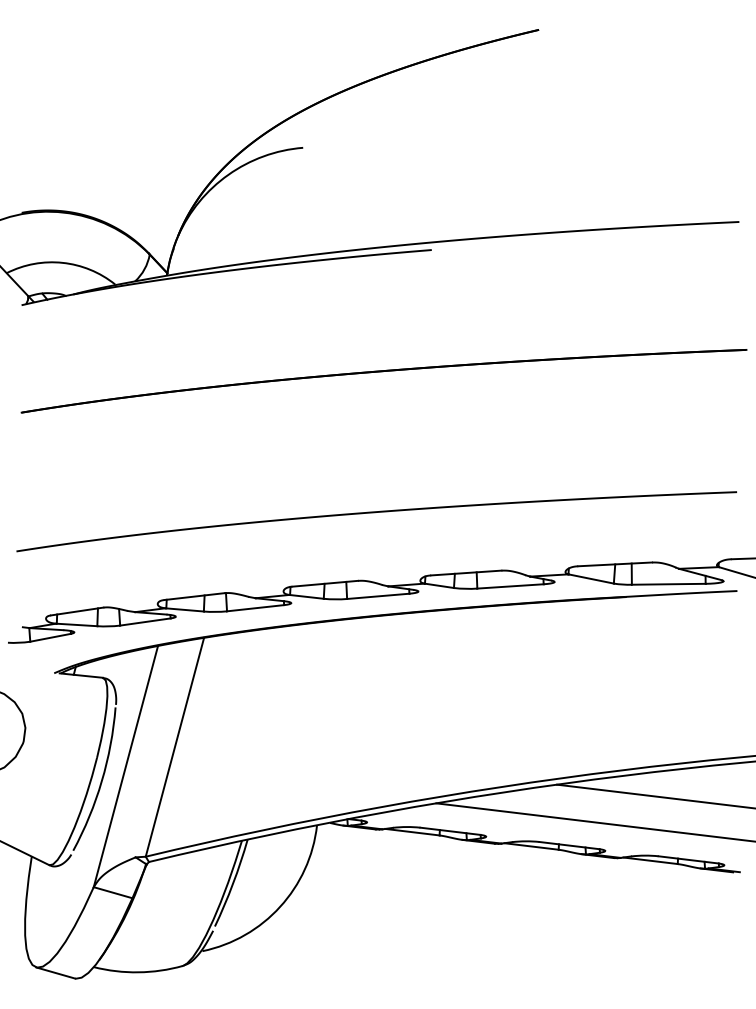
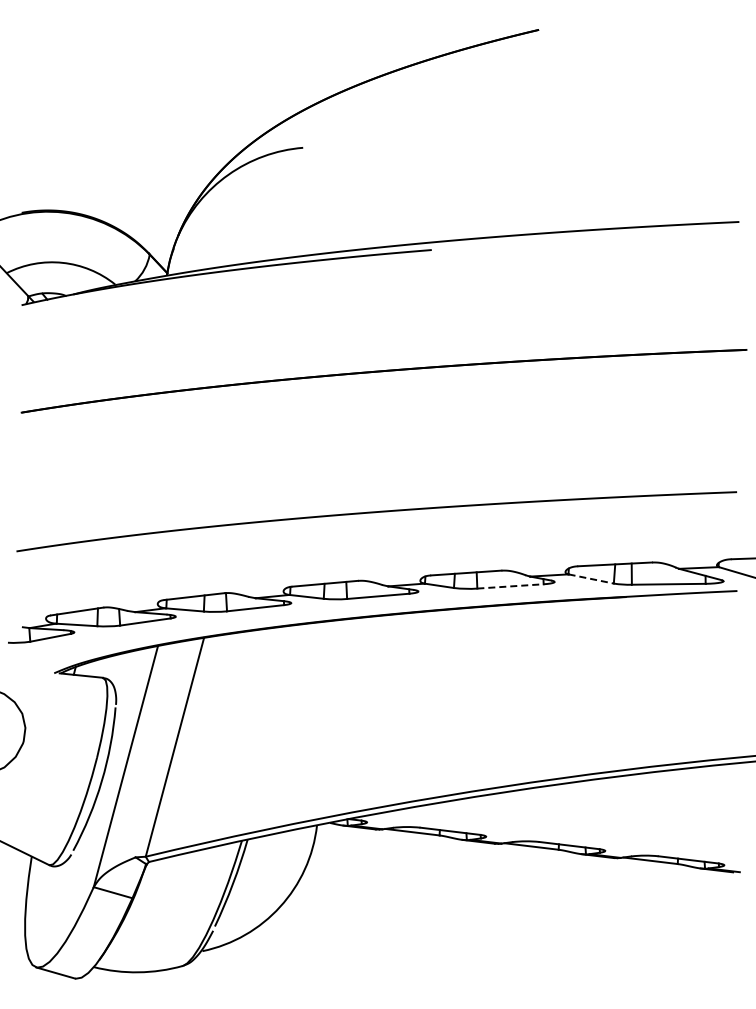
line at (591, 579): solid -> dashed
line at (511, 586): solid -> dashed
line at (654, 796): present -> none
line at (594, 822): present -> none
